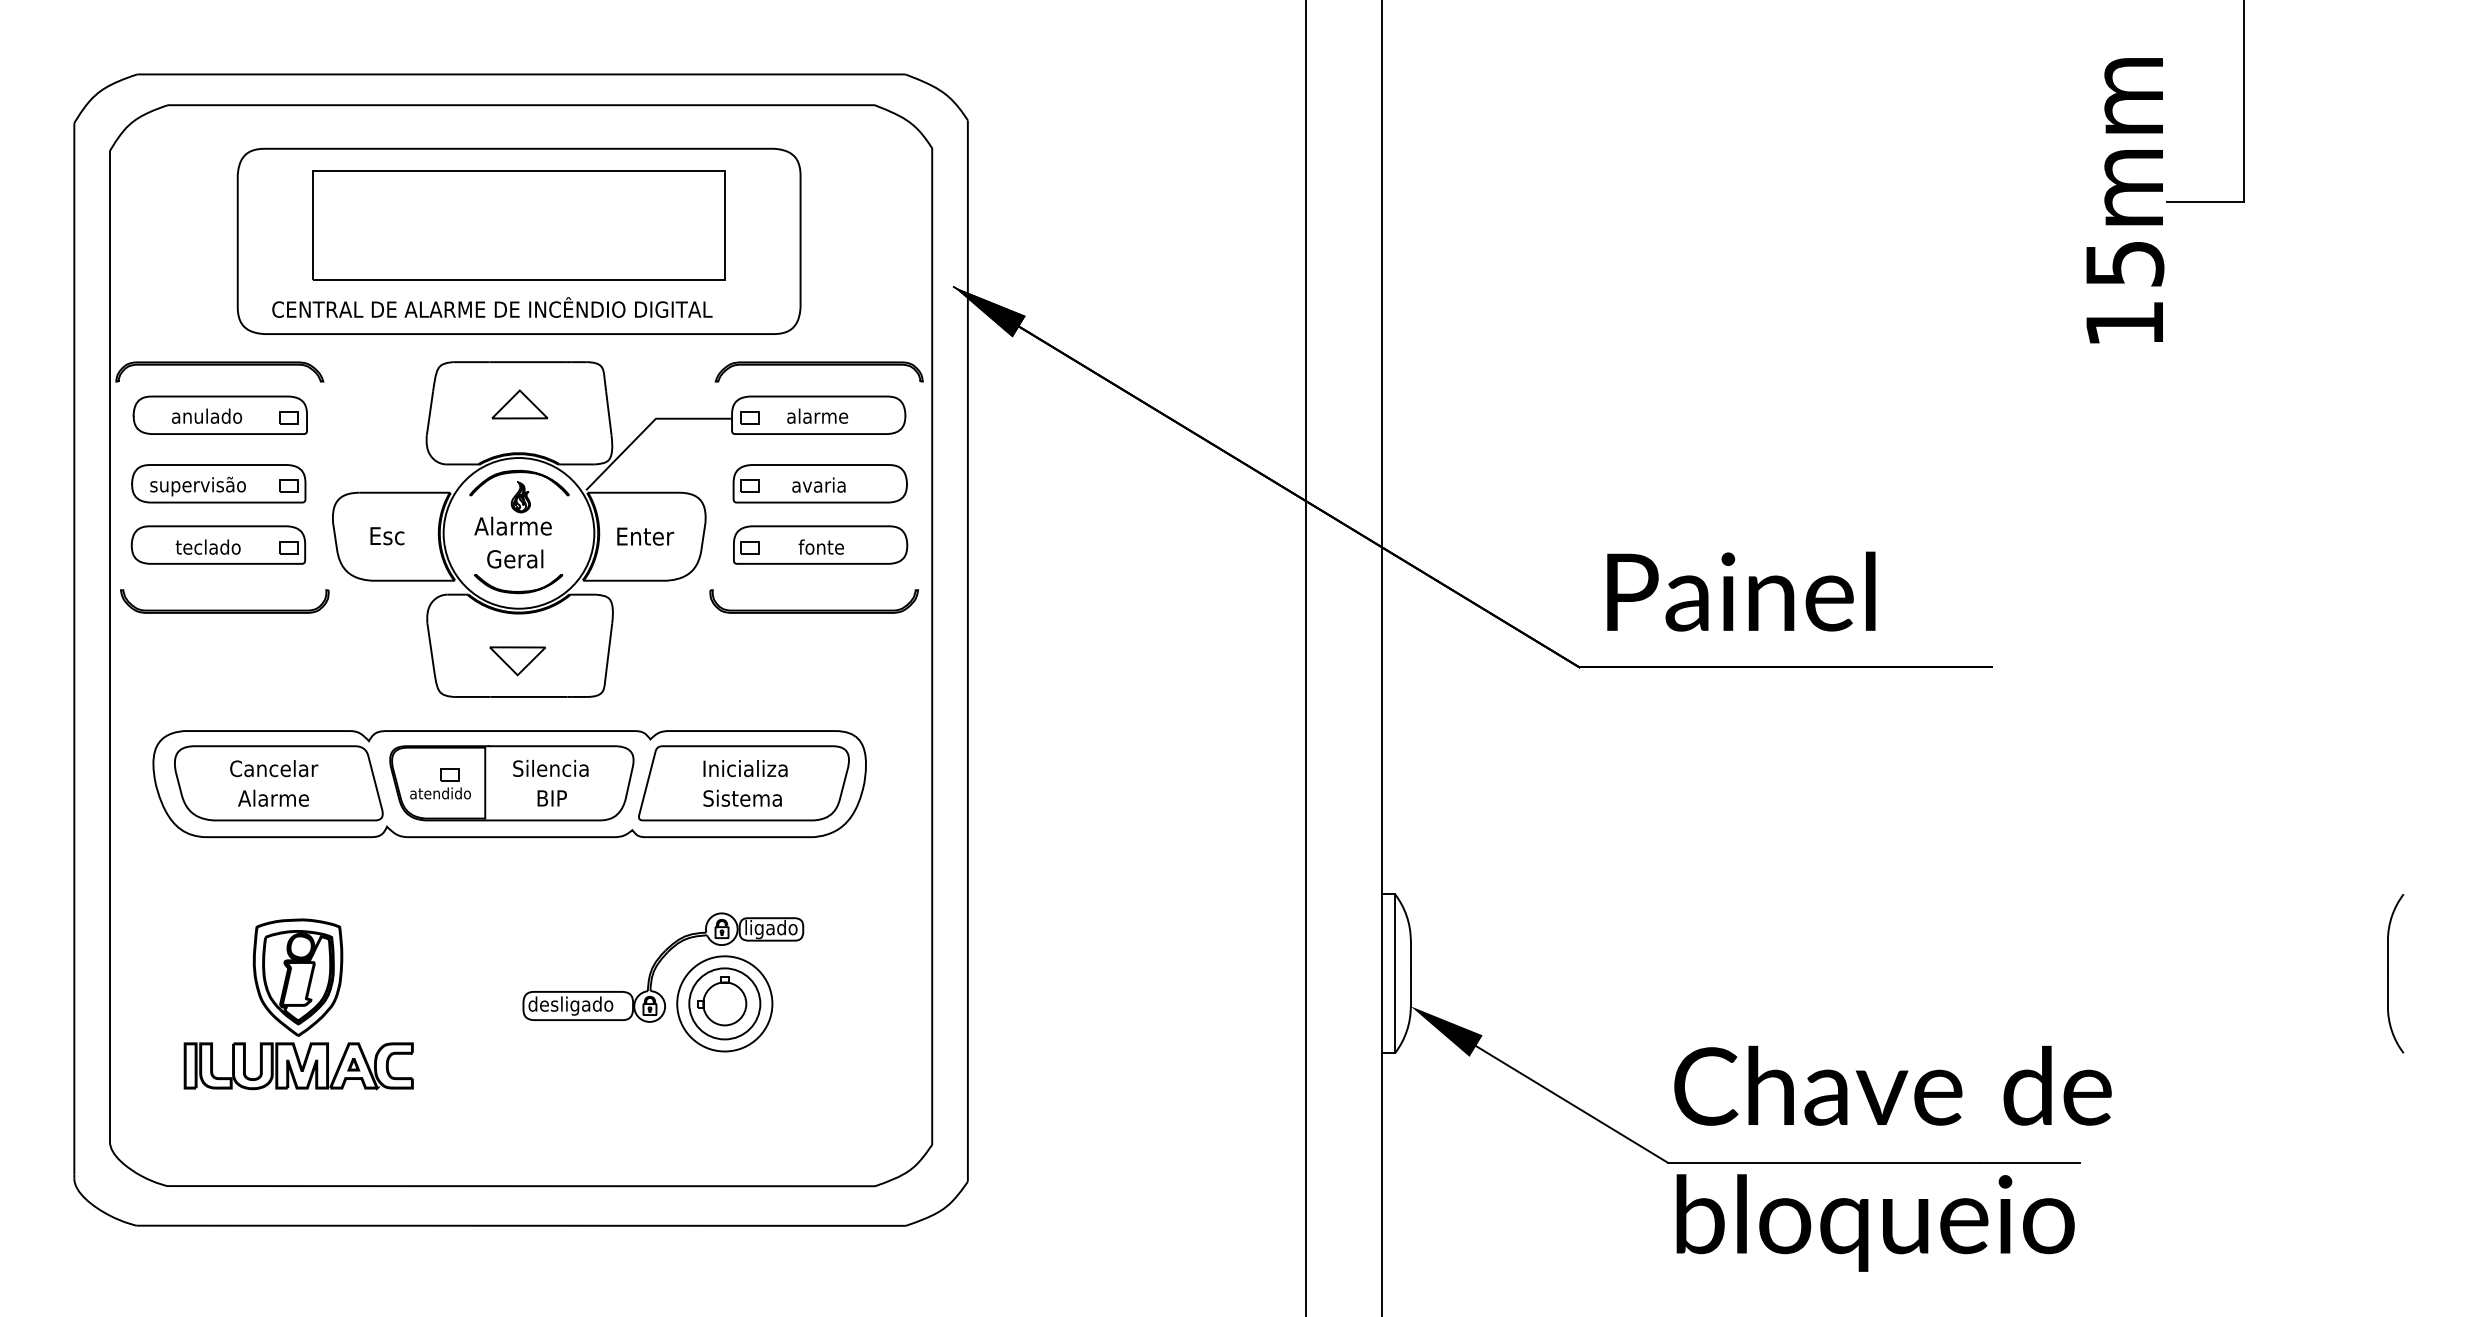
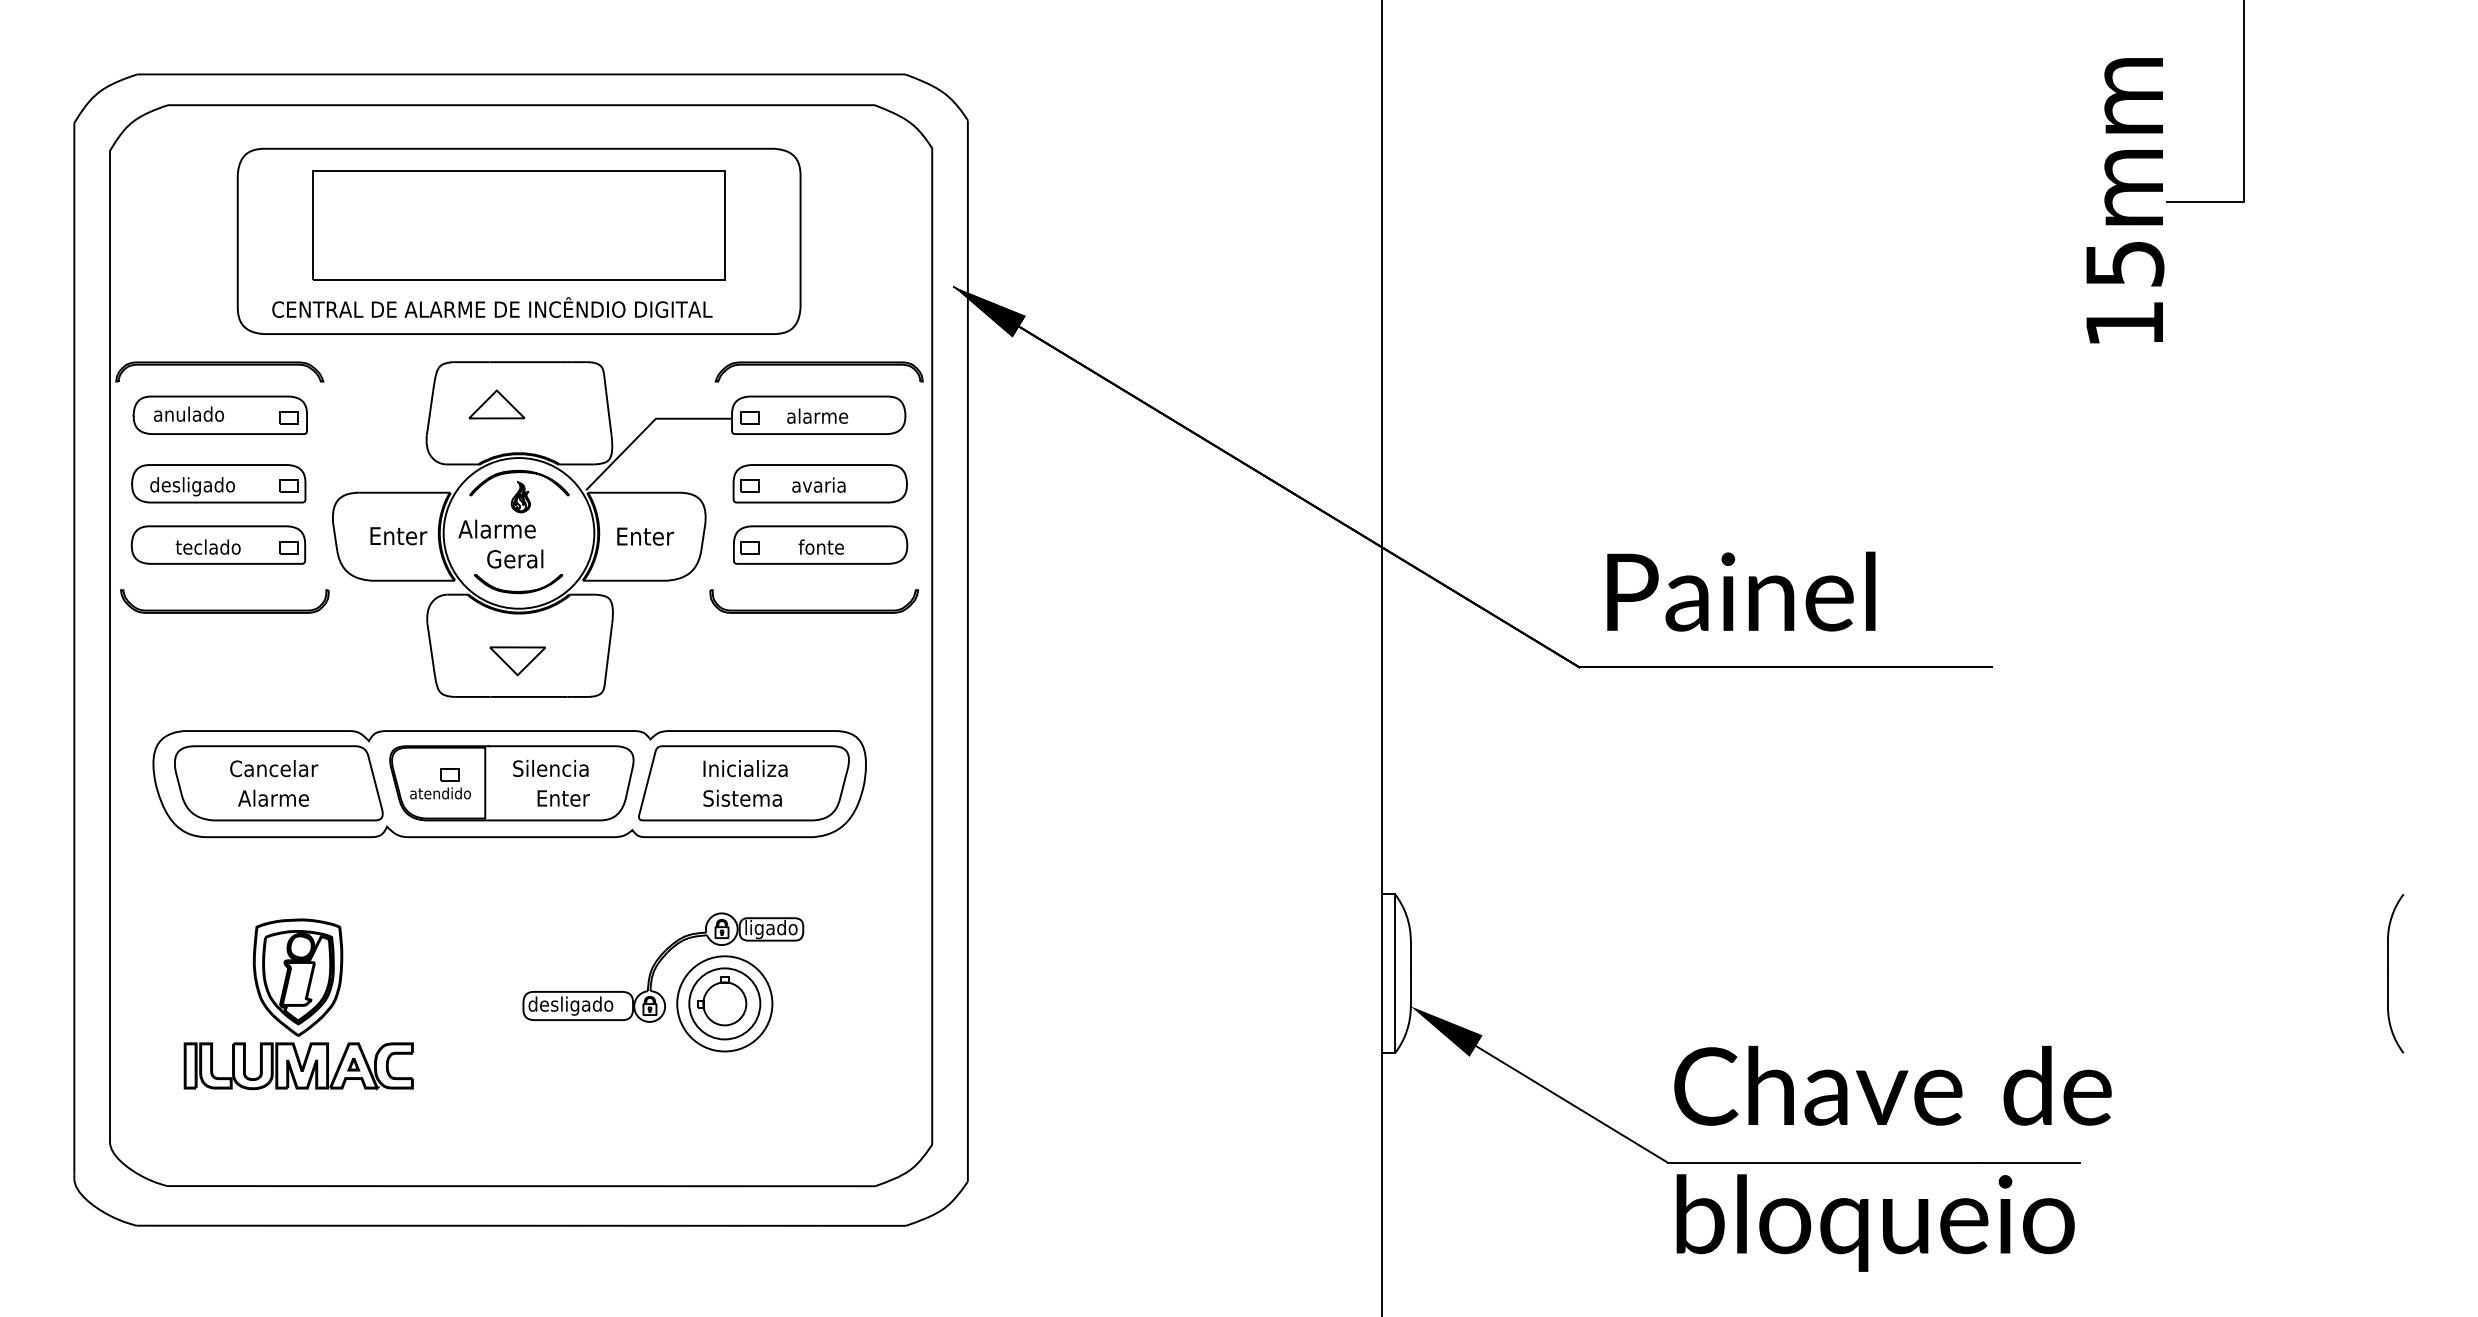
part at (519, 404) position: (519, 404) -> (496, 404)
text at (206, 415) position: (206, 415) -> (188, 413)
text at (197, 486): supervisão -> desligado
text at (512, 525) position: (512, 525) -> (496, 528)
text at (405, 536): Esc -> Enter
line at (1305, 657): present -> none
text at (566, 798): BIP -> Enter
